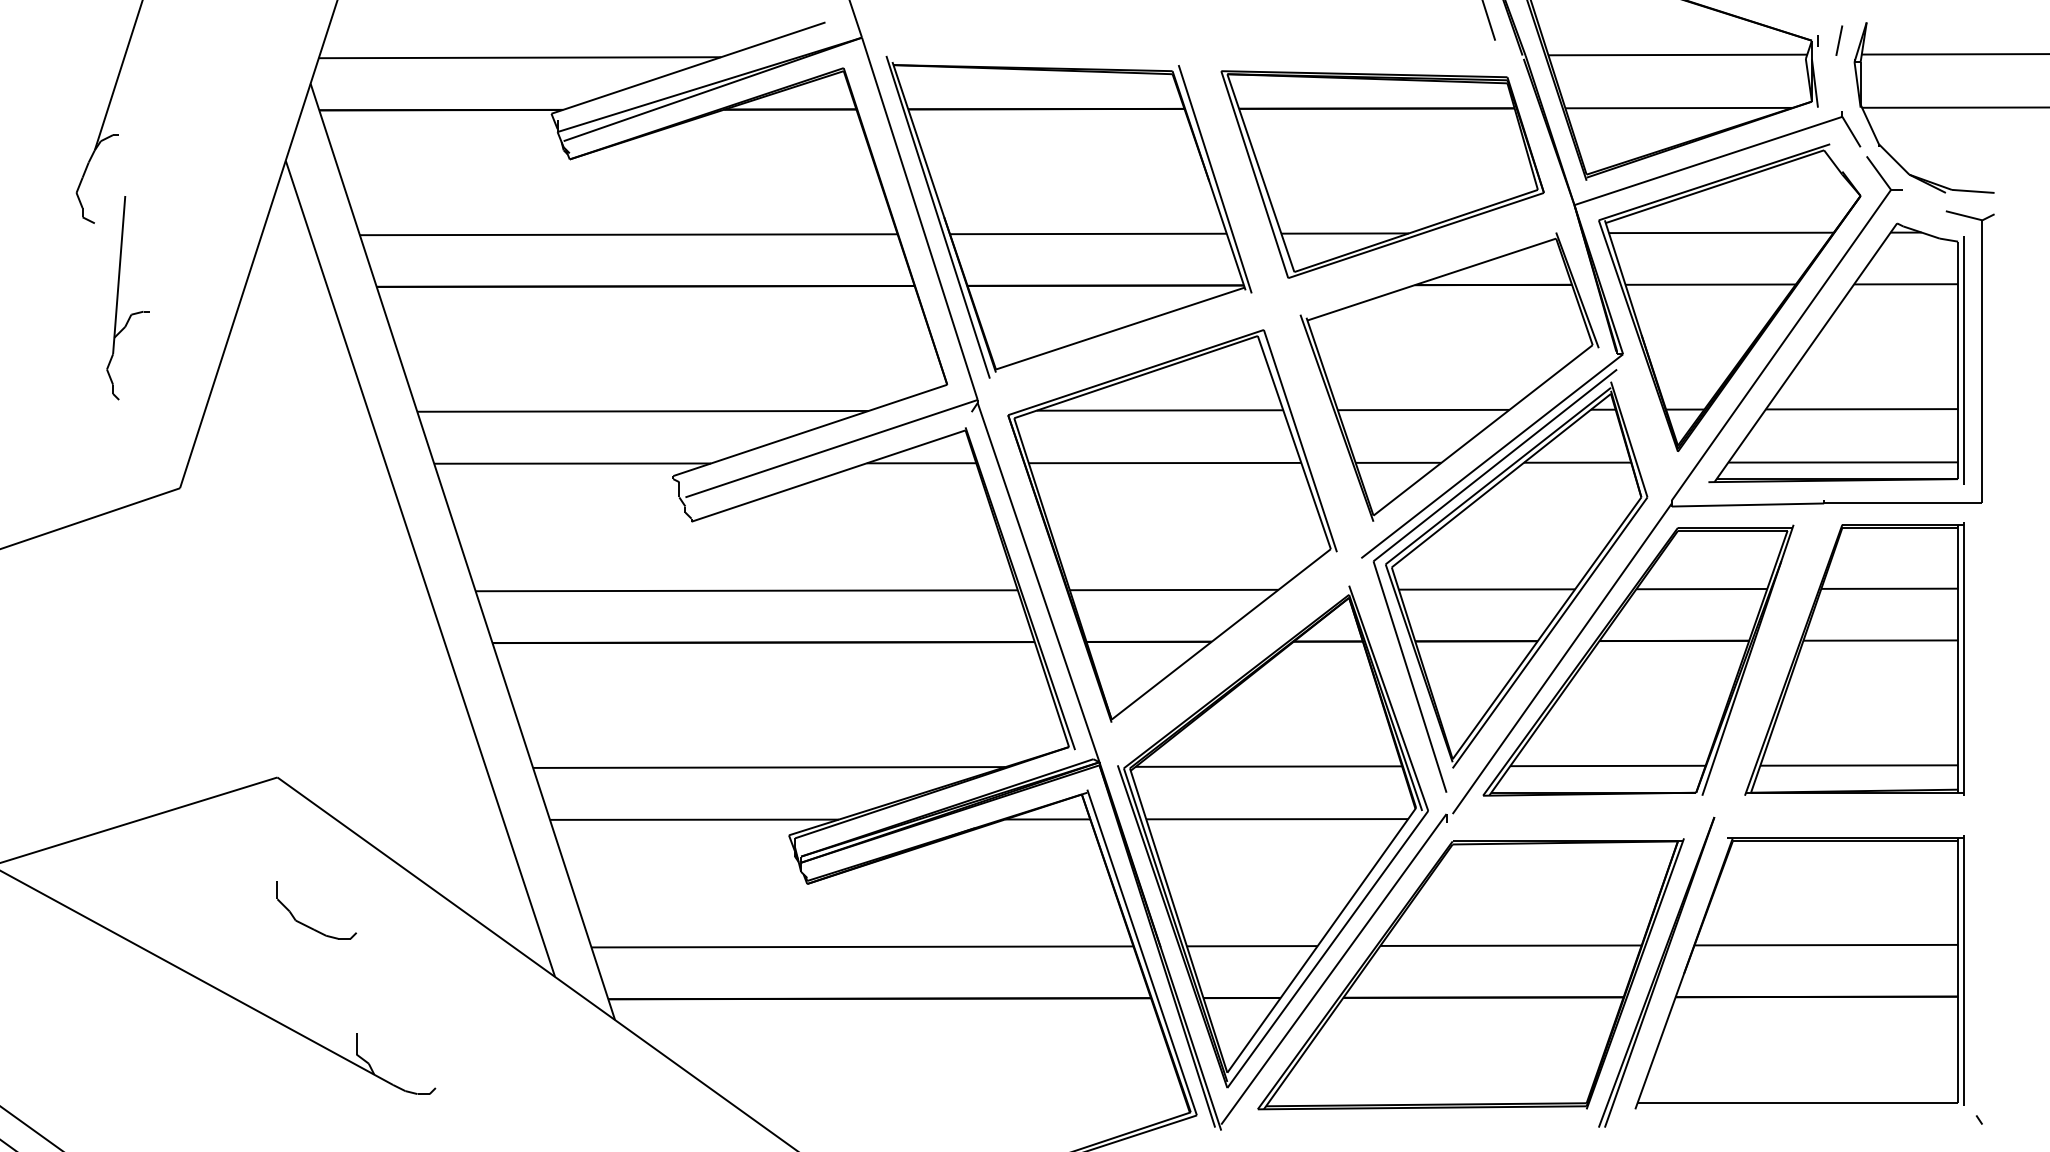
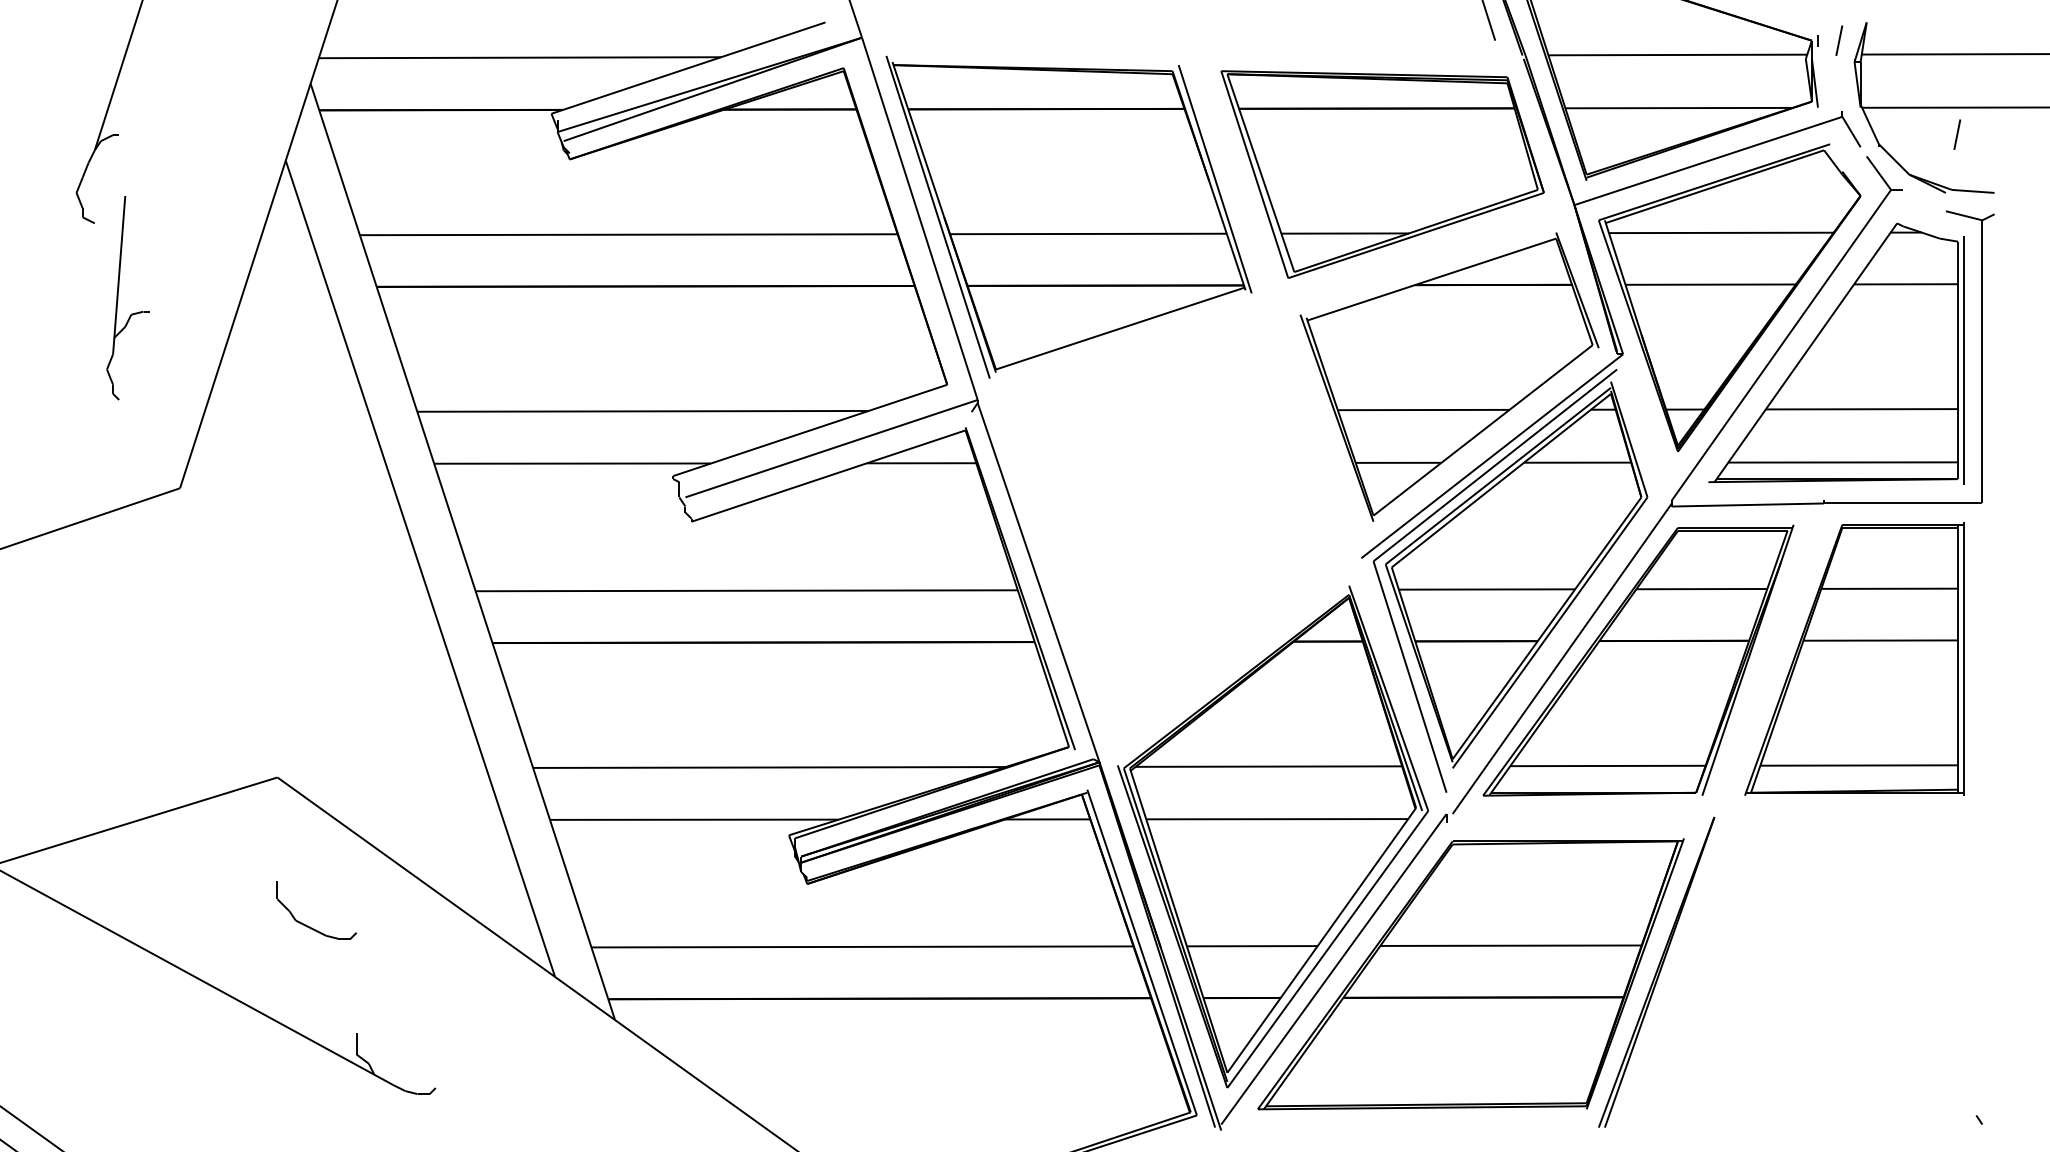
line at (1957, 134): none -> present
part at (1172, 525): present -> none
part at (1799, 972): present -> none
